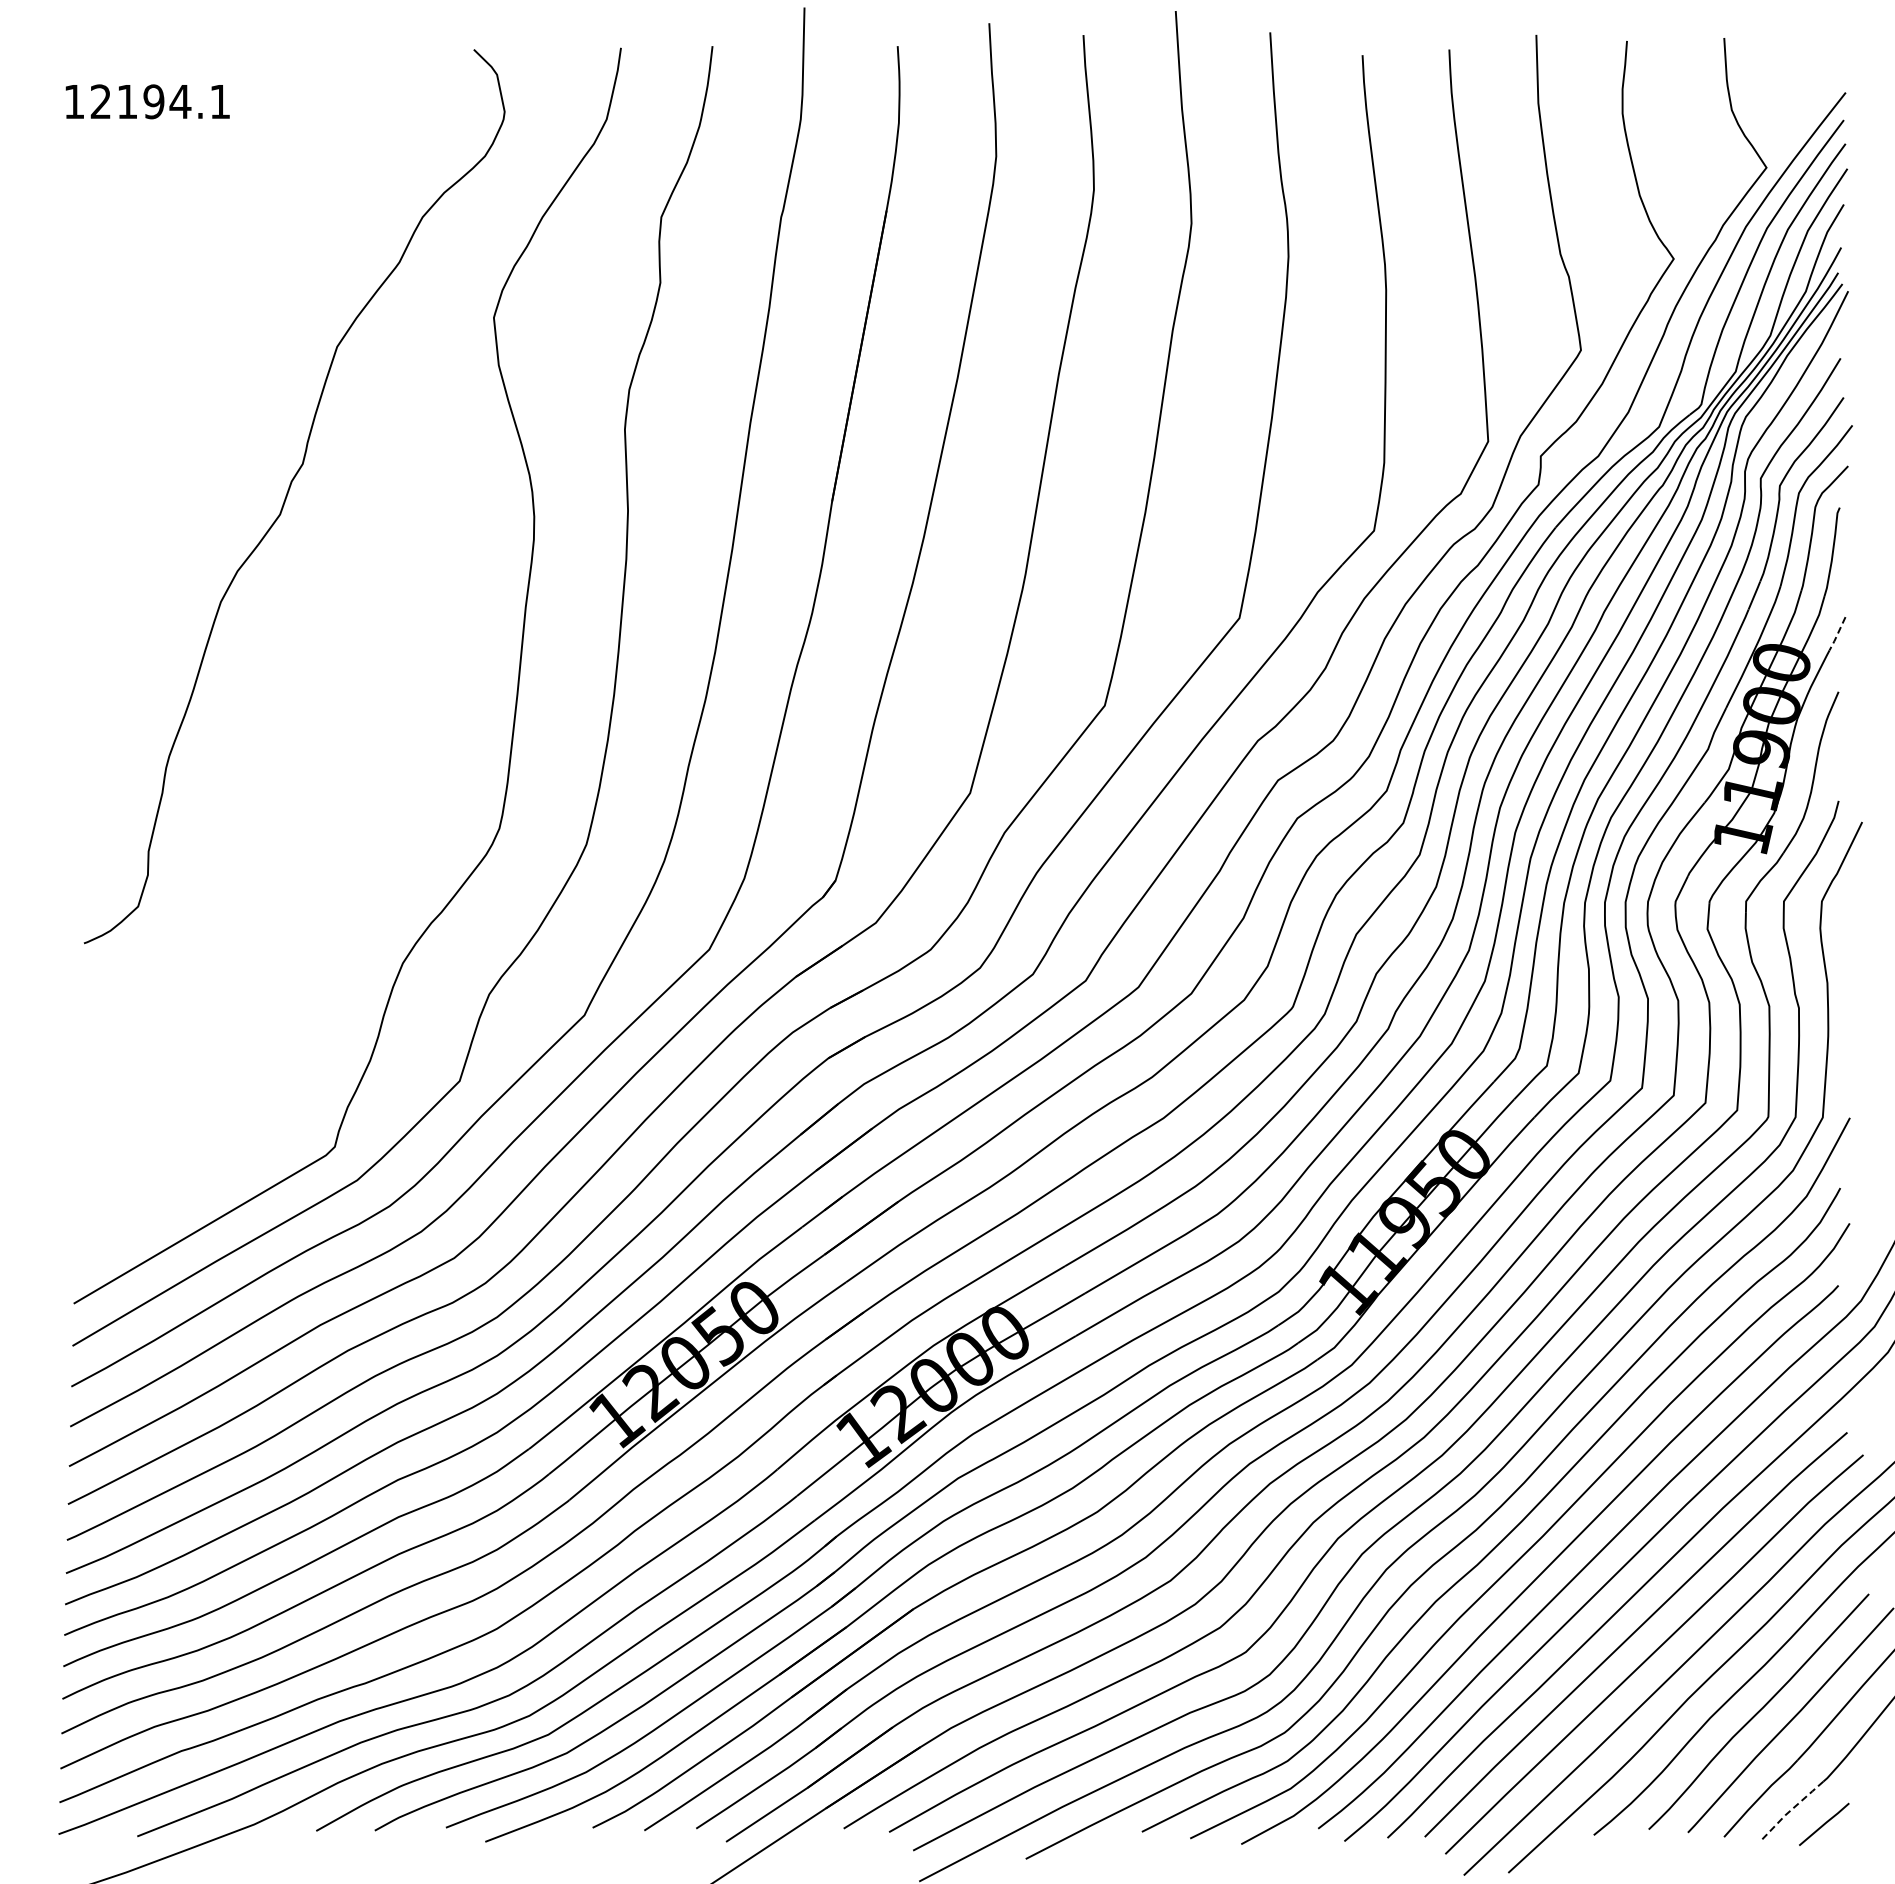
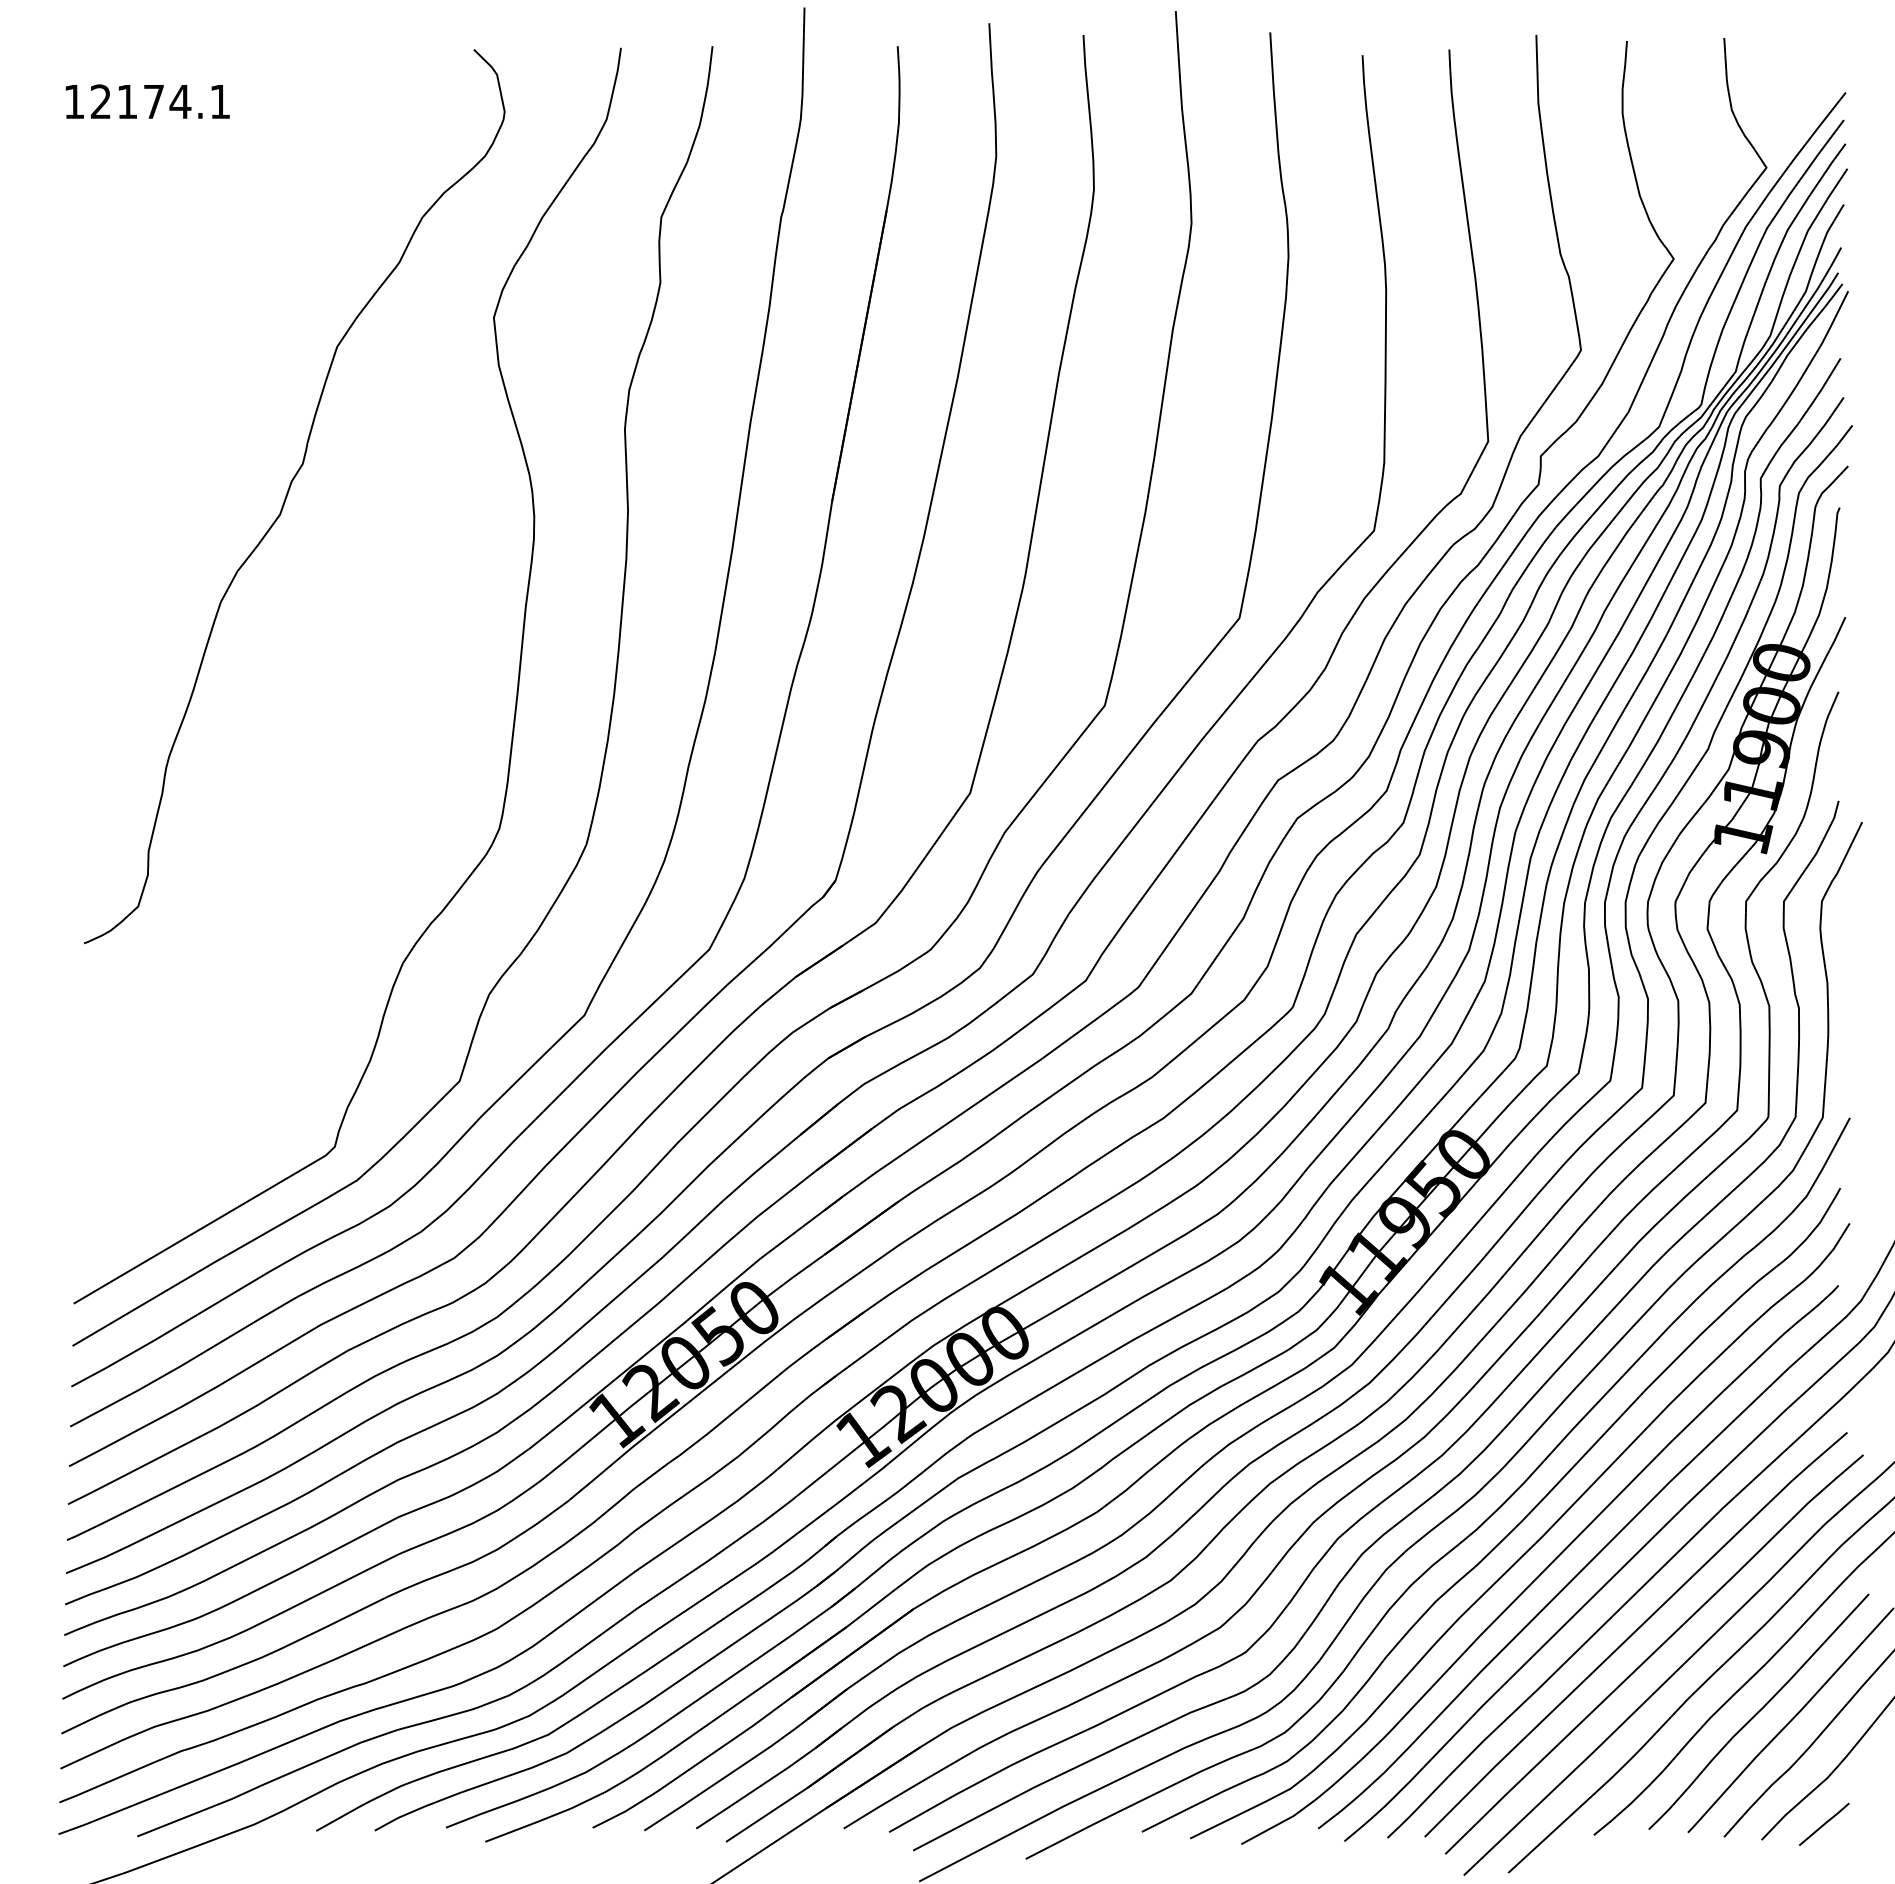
text at (153, 101): 12194.1 -> 12174.1
line at (1837, 634): dashed -> solid
line at (1791, 1810): dashed -> solid
